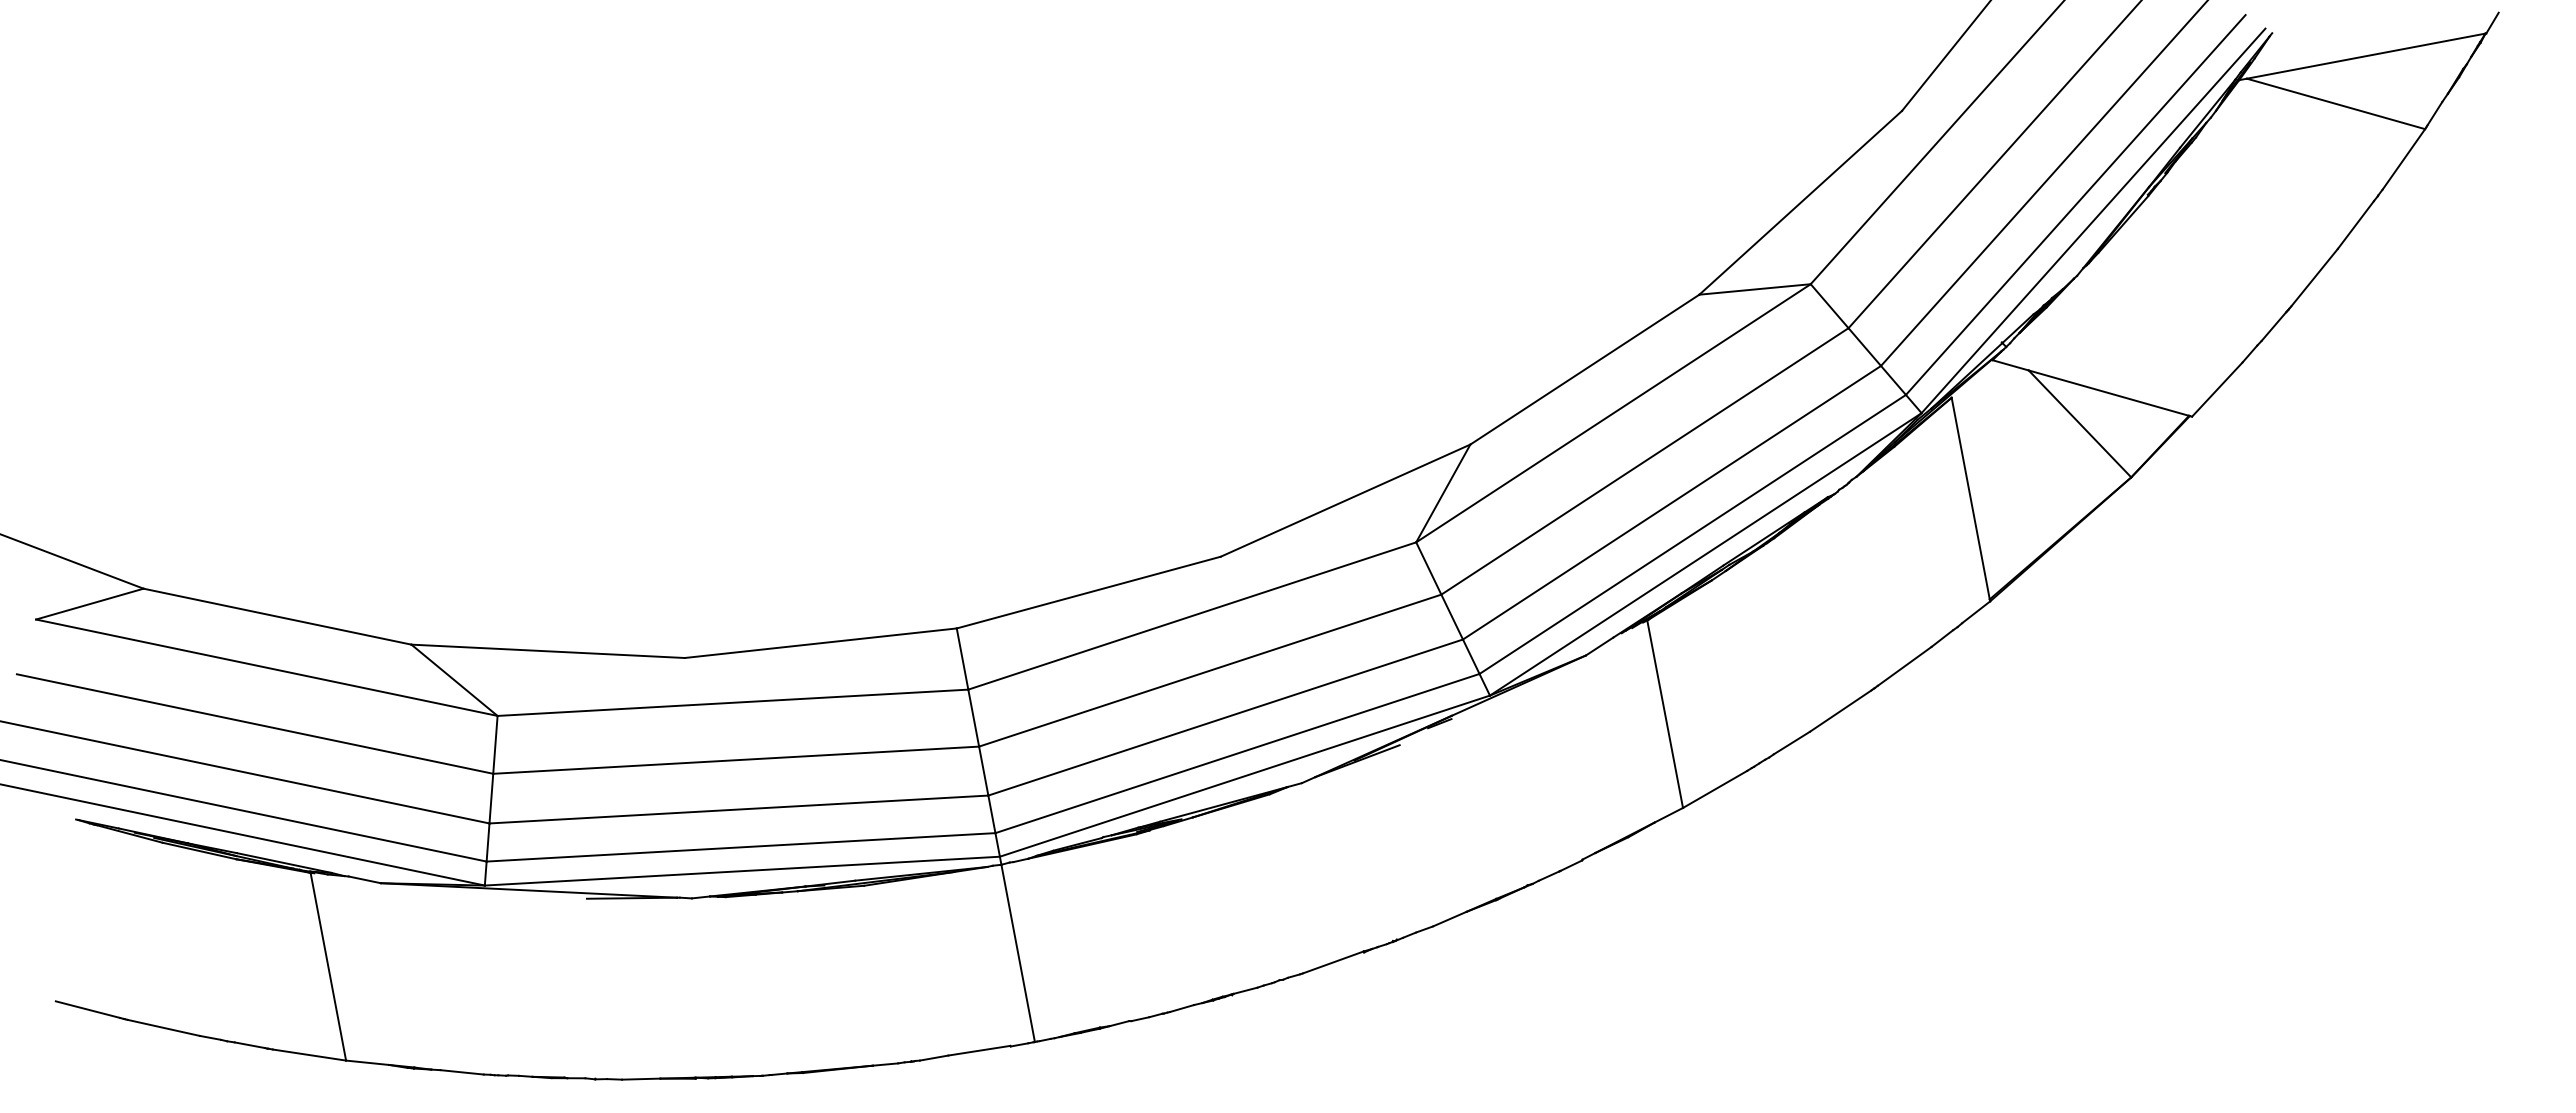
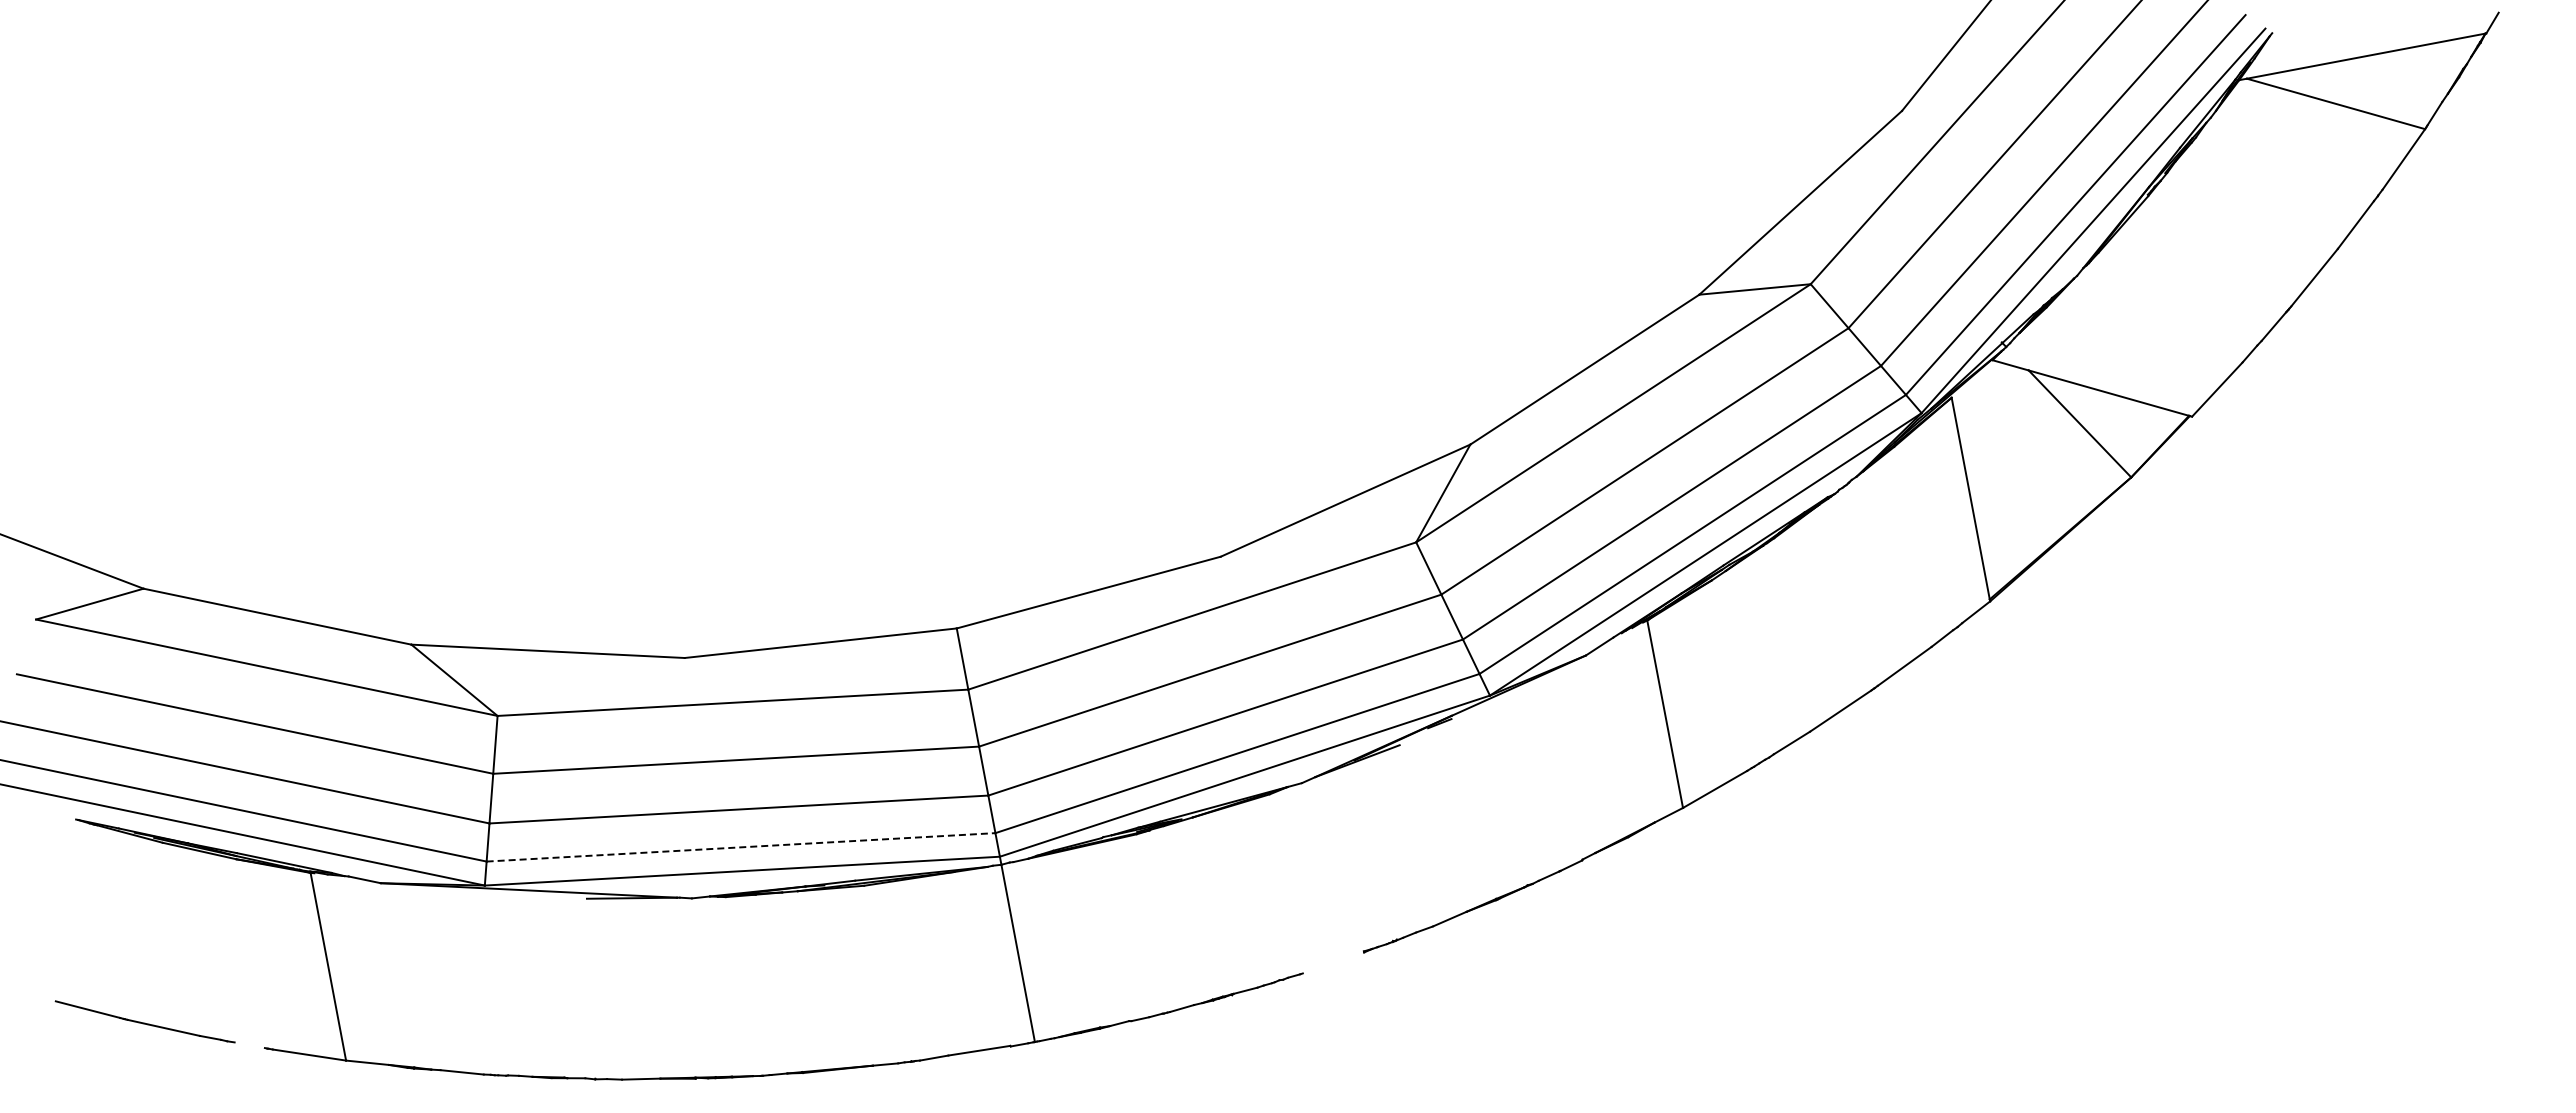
line at (741, 847): solid -> dashed
line at (1332, 962): present -> none
line at (249, 1045): present -> none
